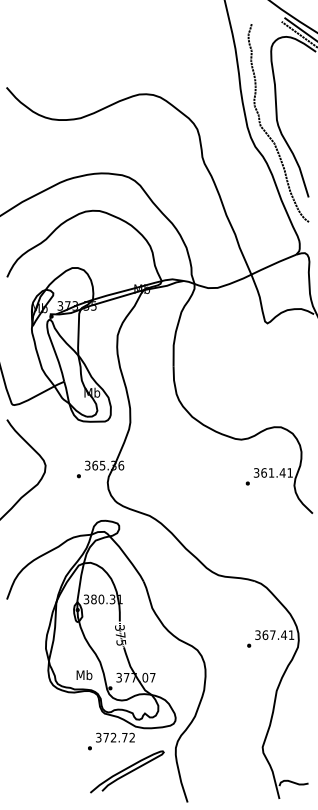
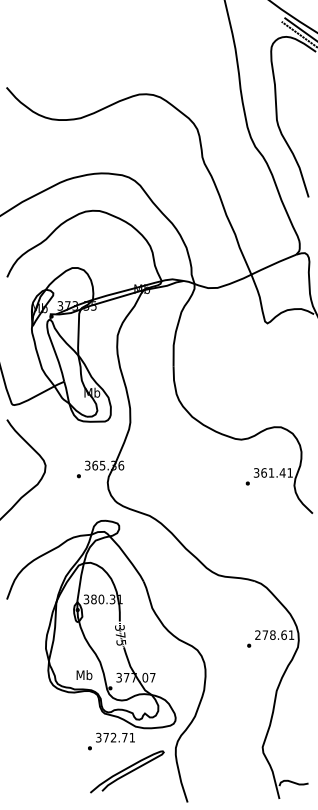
curve at (265, 130): present -> none
text at (271, 634): 367.41 -> 278.61
text at (131, 737): 372.72 -> 372.71
